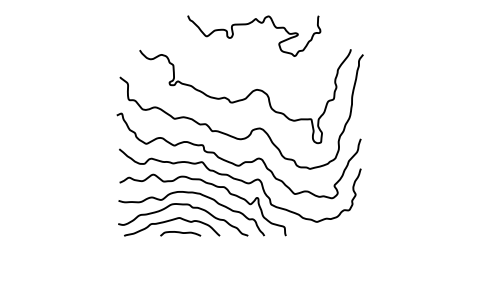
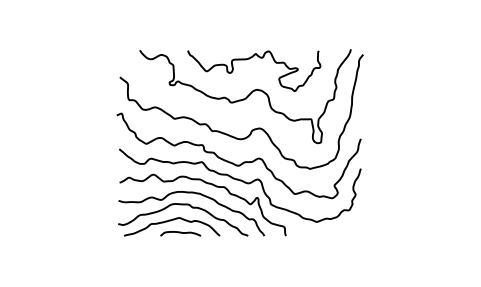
curve at (249, 24) position: (249, 24) -> (249, 59)
